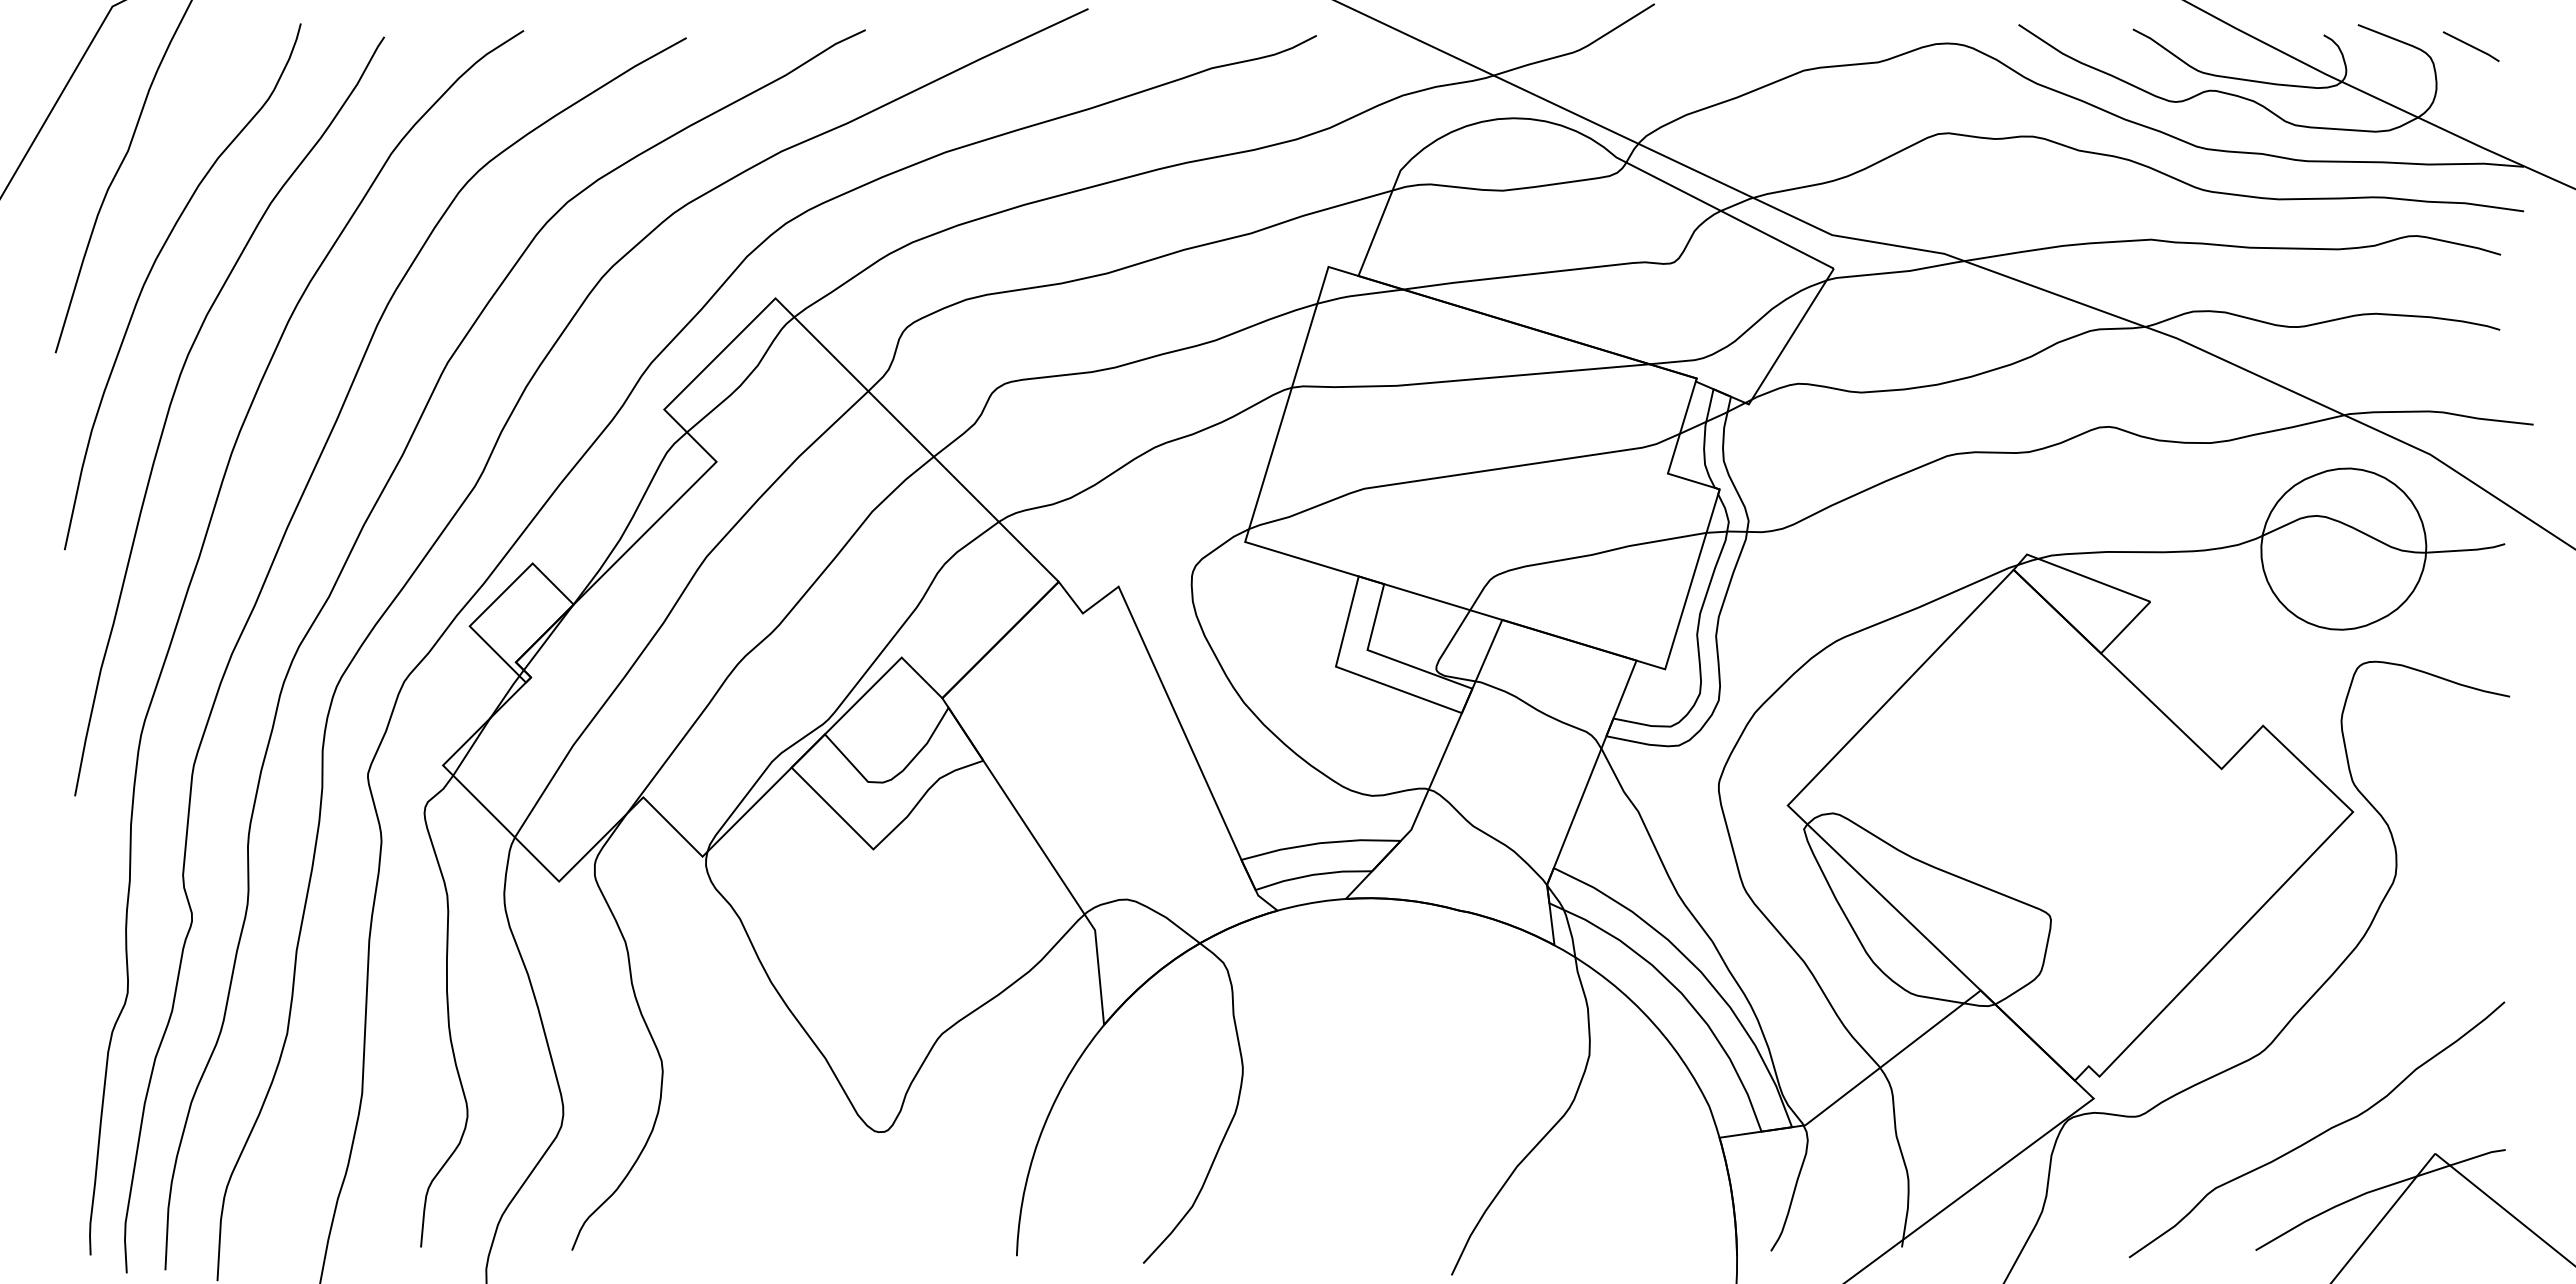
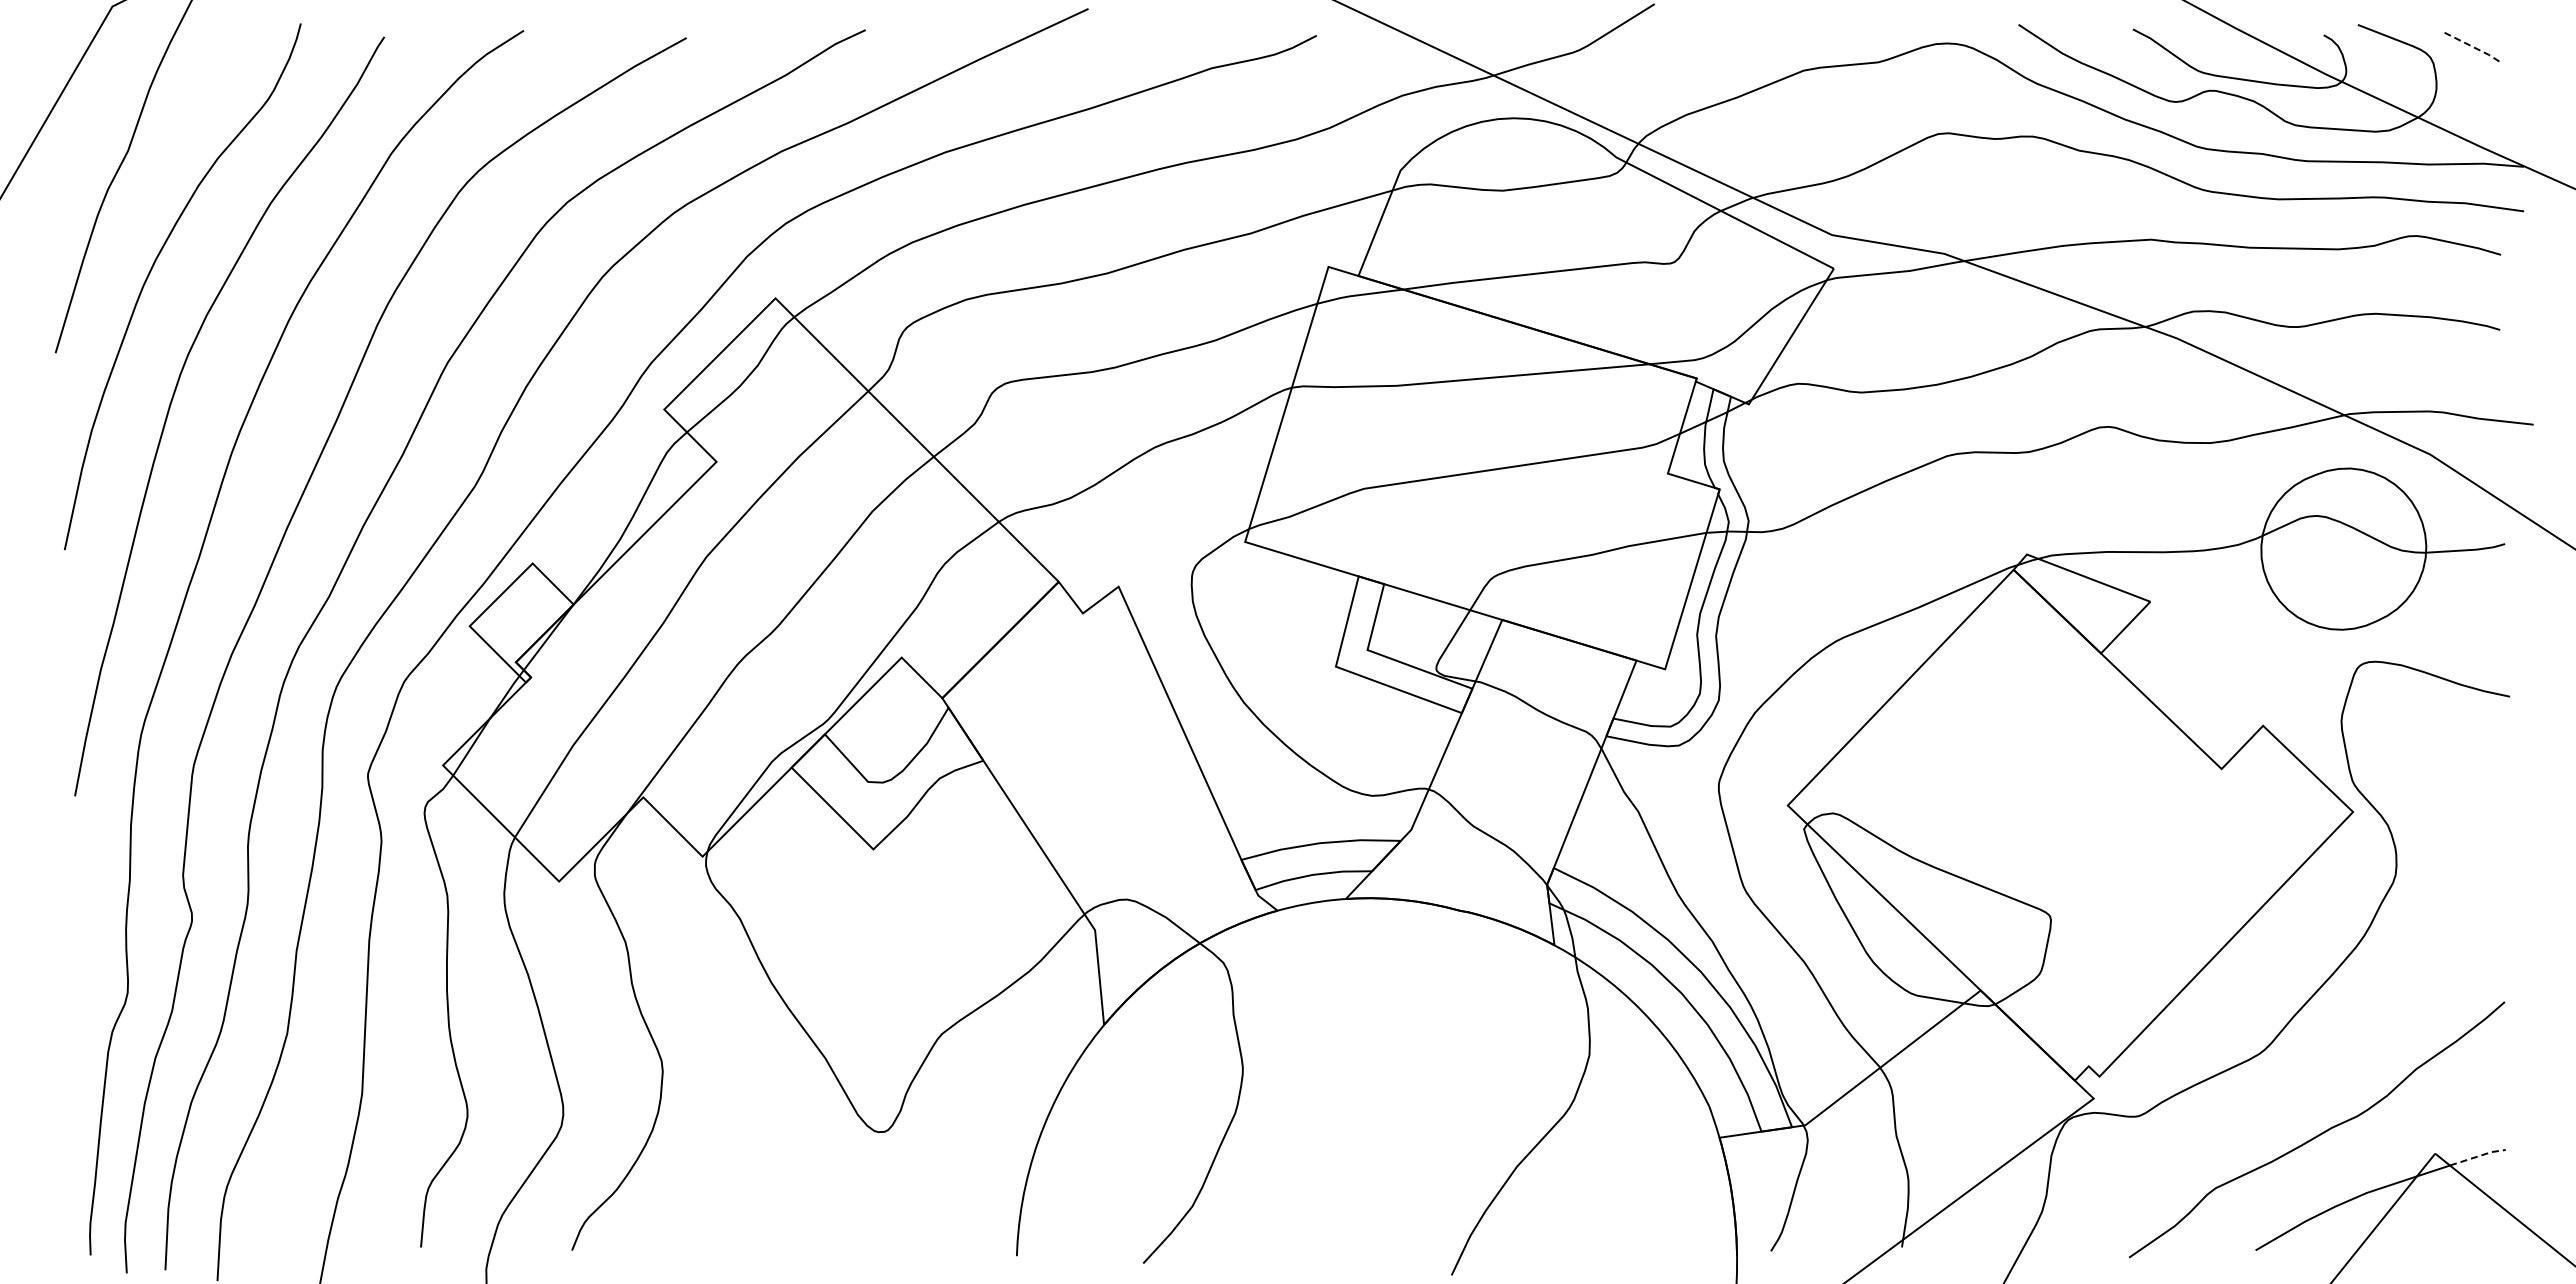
line at (2472, 46): solid -> dashed
line at (2478, 1156): solid -> dashed
